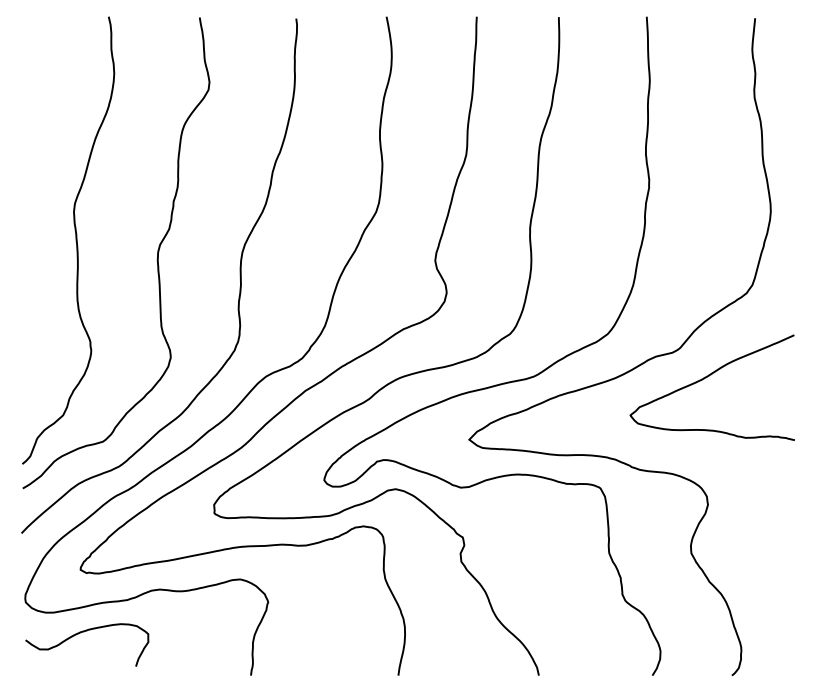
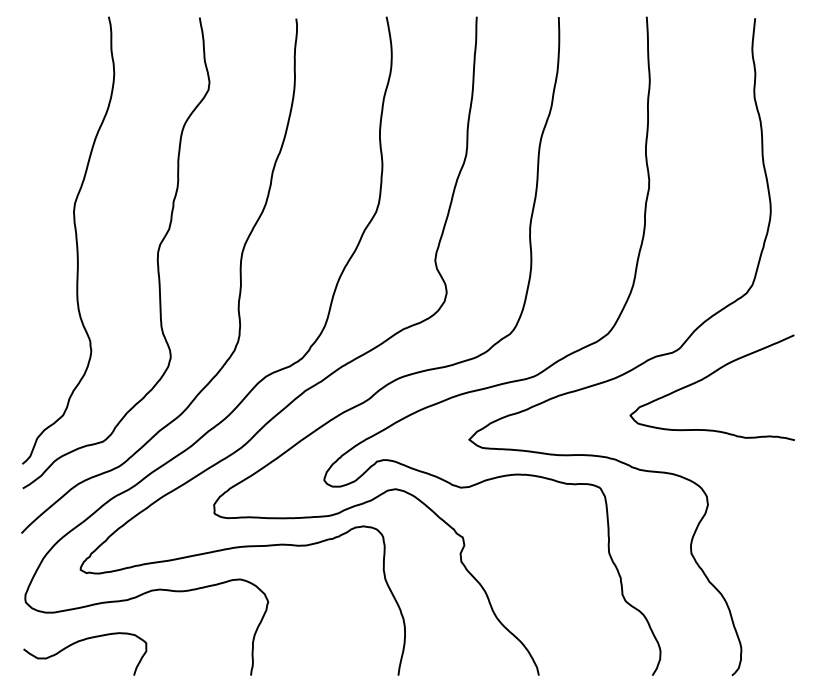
curve at (84, 632) position: (84, 632) -> (82, 641)
